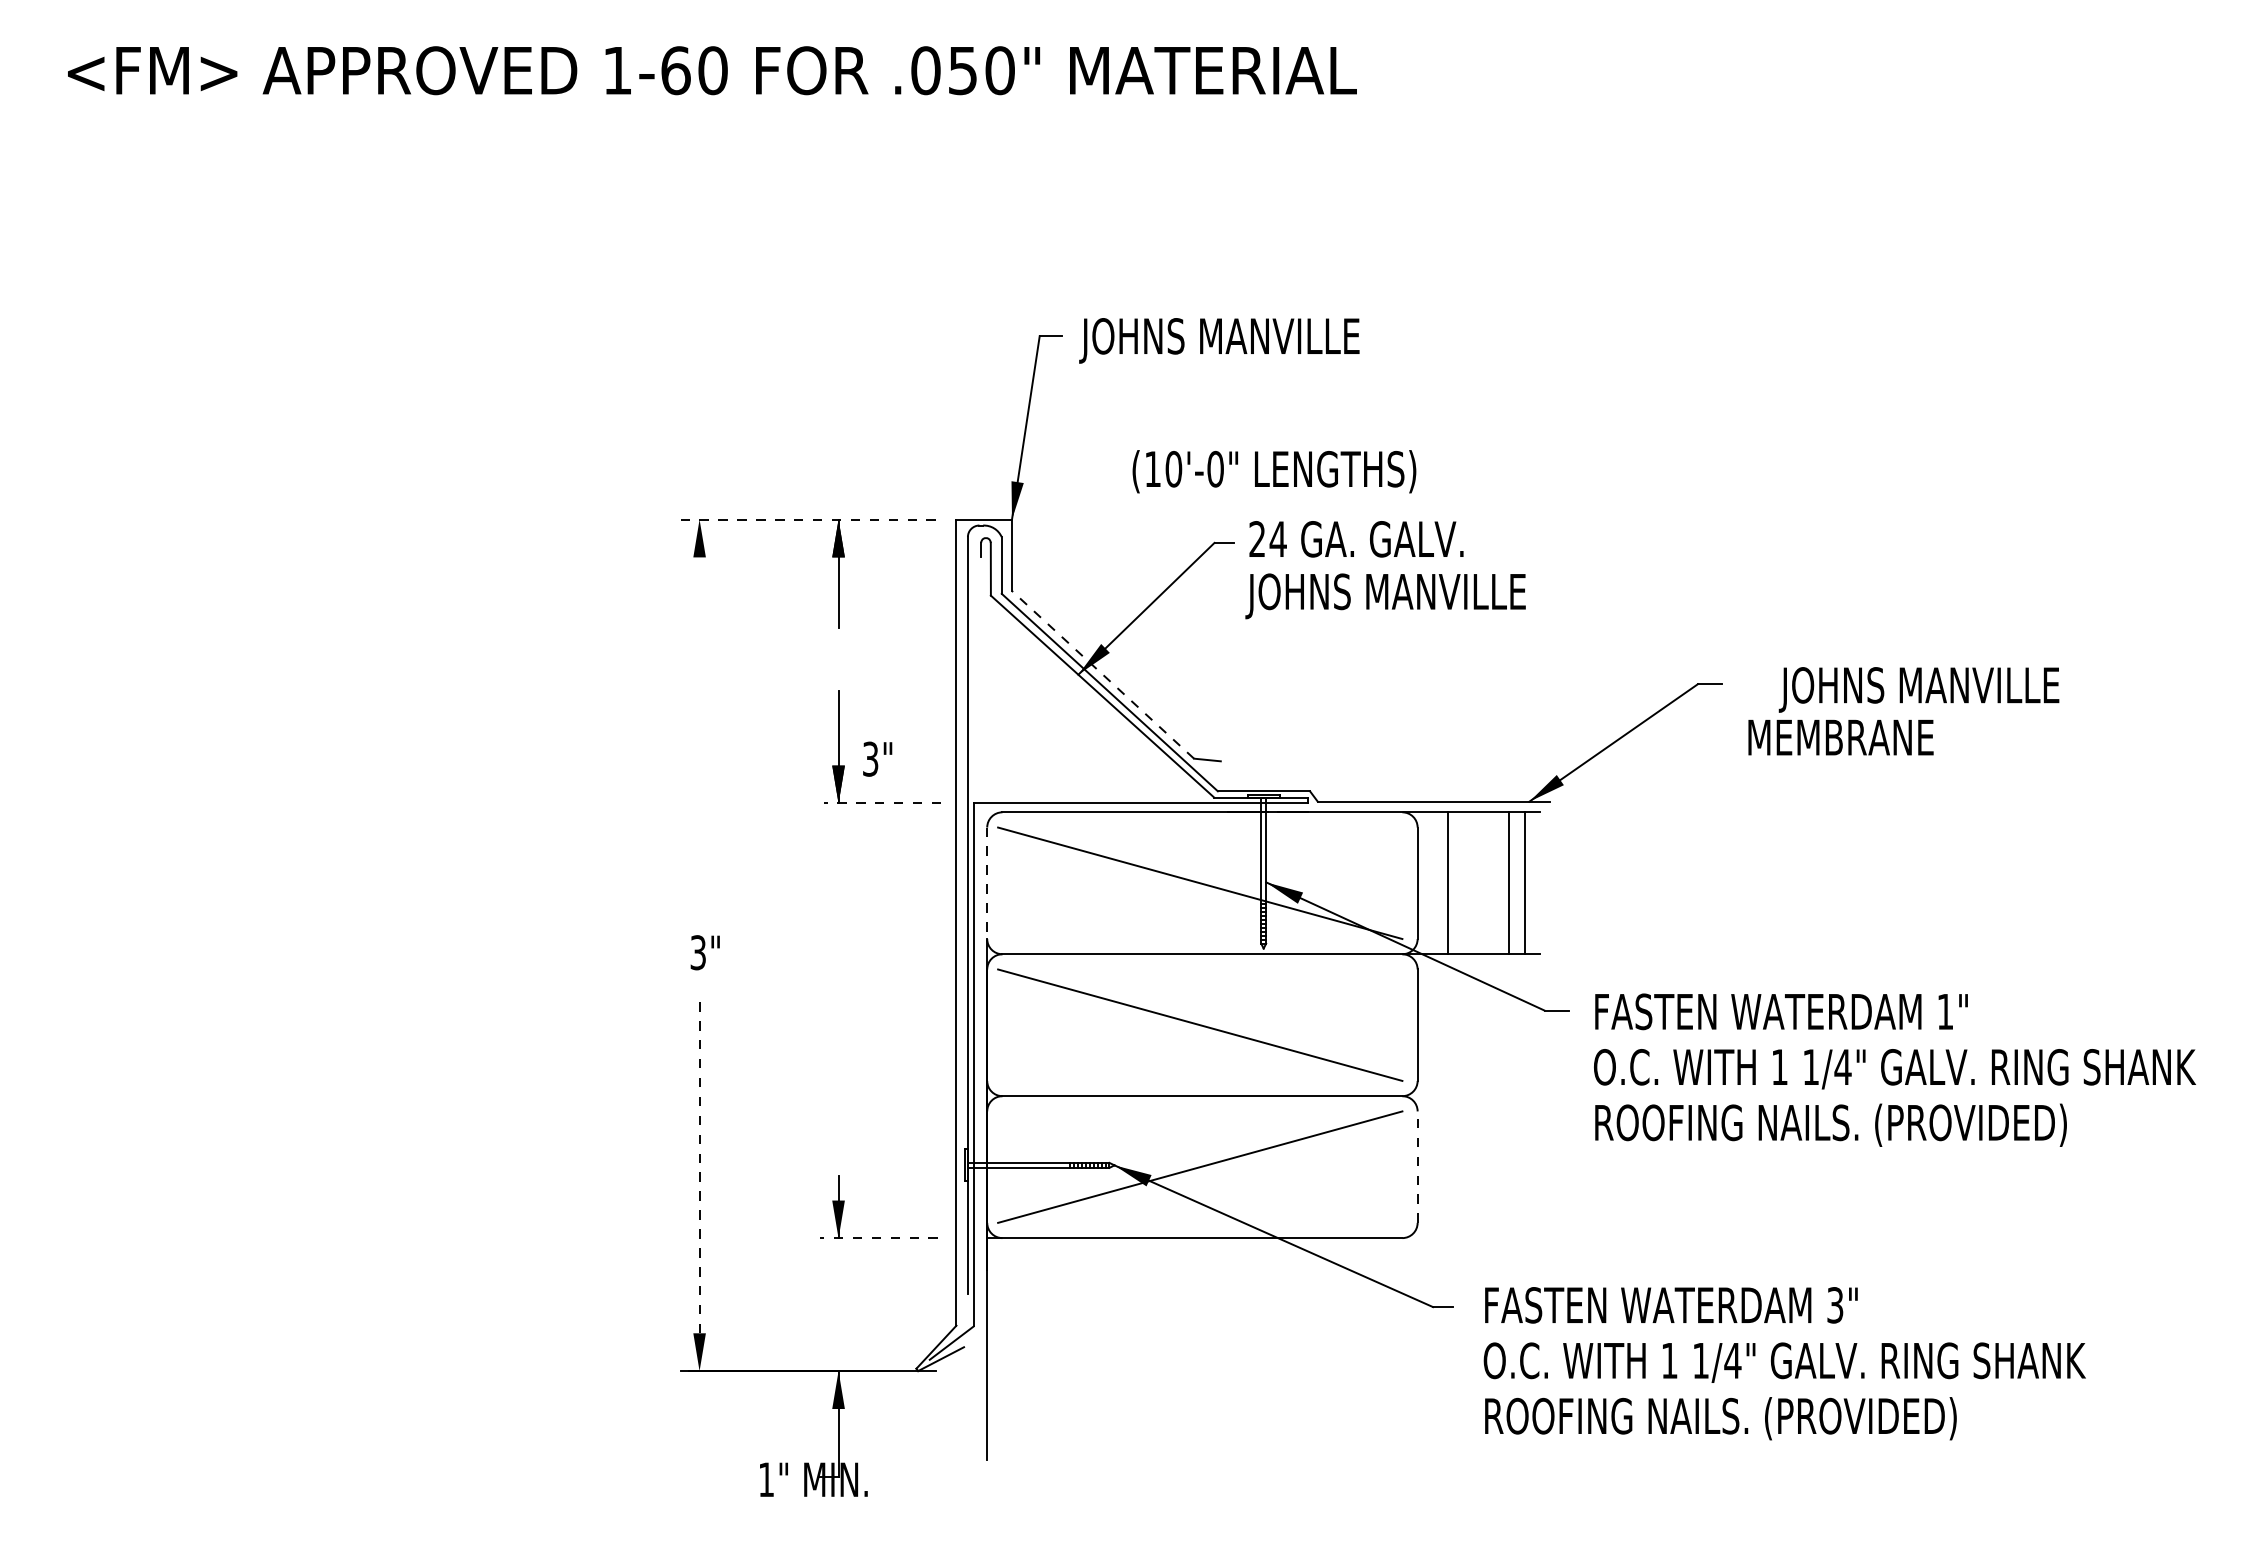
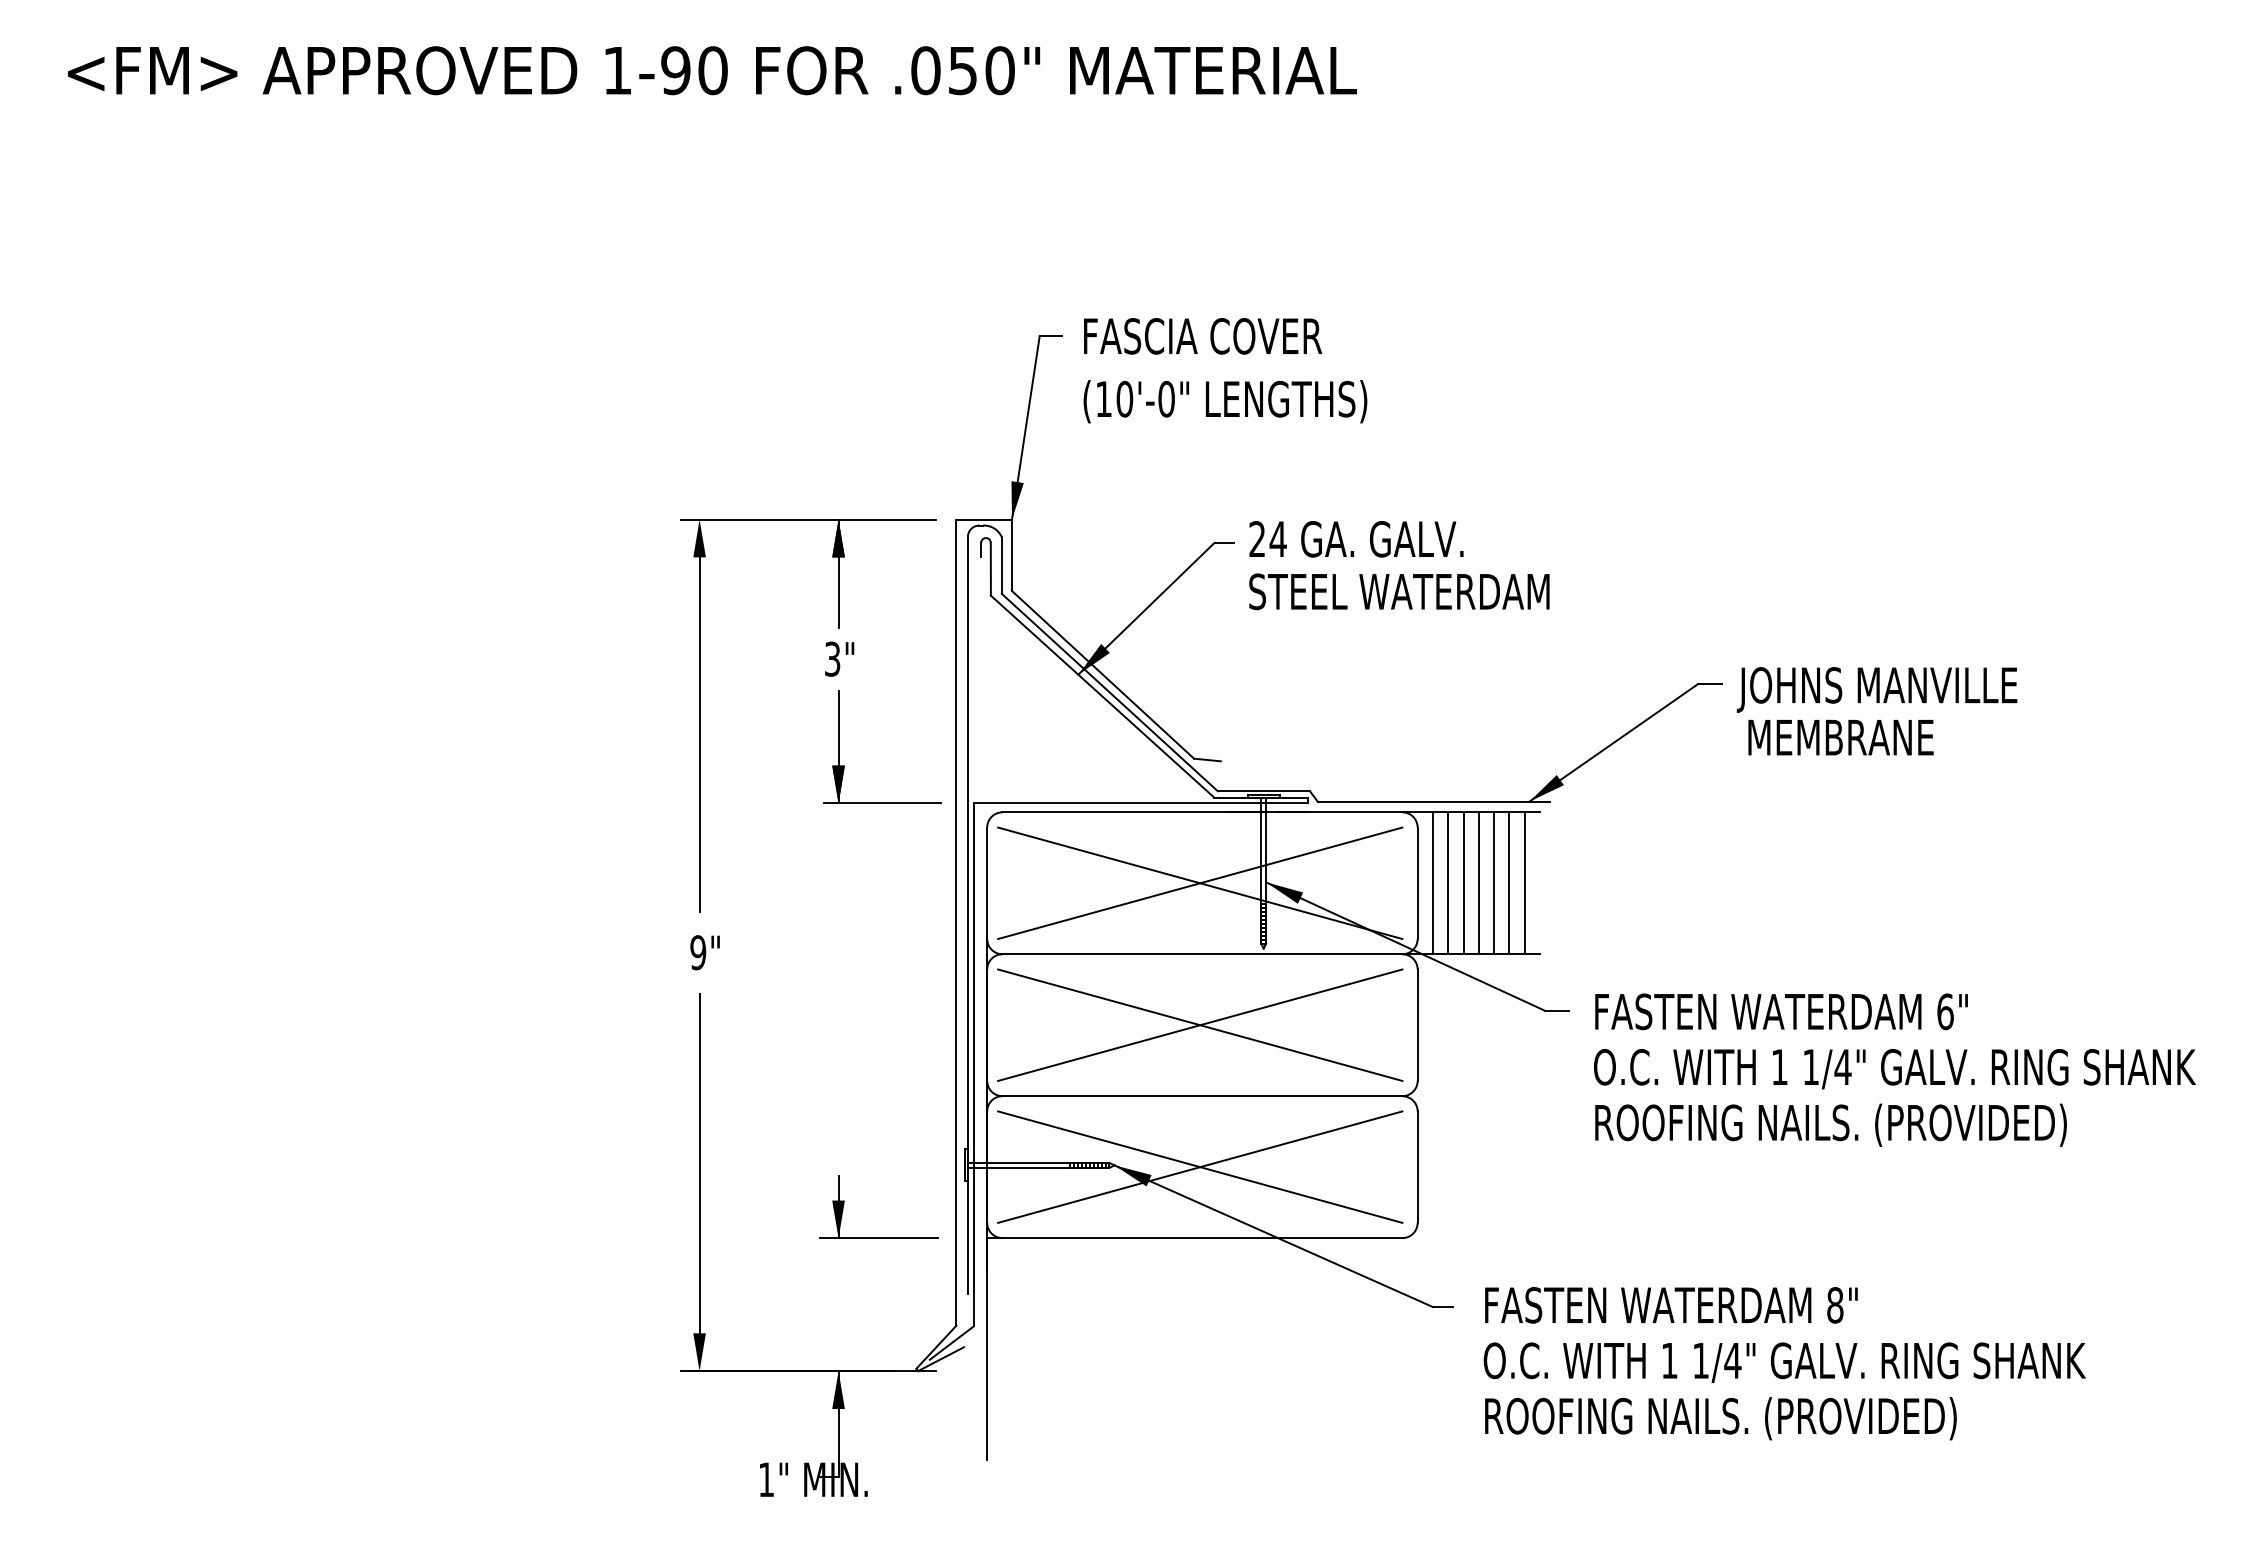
text at (675, 70): 1-60 -> 1-90
text at (1219, 340): JOHNS MANVILLE -> FASCIA COVER
text at (1274, 471) position: (1274, 471) -> (1225, 401)
line at (808, 519): dashed -> solid
text at (1397, 596): JOHNS MANVILLE -> STEEL WATERDAM
line at (1103, 674): dashed -> solid
text at (1918, 689) position: (1918, 689) -> (1876, 689)
line at (699, 734): none -> present
text at (877, 758) position: (877, 758) -> (839, 658)
line at (882, 803): dashed -> solid
line at (987, 883): dashed -> solid
line at (1200, 883): none -> present
line at (1432, 883): none -> present
line at (1463, 883): none -> present
line at (1478, 883): none -> present
line at (1494, 883): none -> present
text at (698, 952): 3" -> 9"
text at (1945, 1011): 1" -> 6"
line at (1200, 1024): none -> present
line at (699, 1163): dashed -> solid
line at (1200, 1166): none -> present
line at (1417, 1167): dashed -> solid
line at (878, 1238): dashed -> solid
text at (1835, 1305): 3" -> 8"
